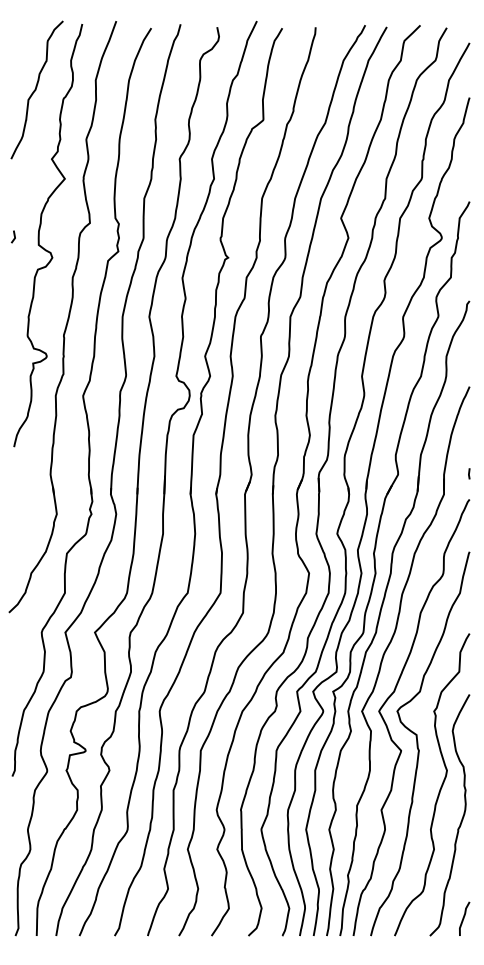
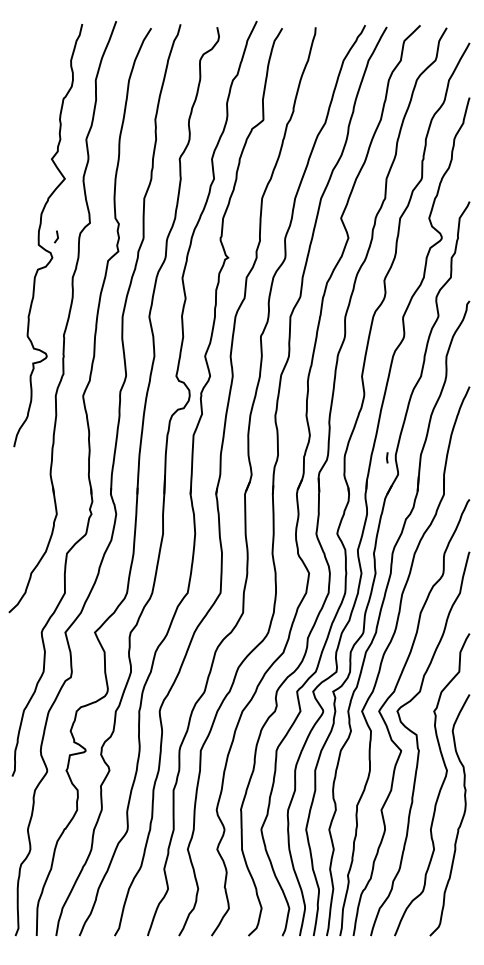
curve at (36, 89): present -> none
line at (13, 235) position: (13, 235) -> (56, 235)
line at (469, 473) position: (469, 473) -> (387, 457)
curve at (464, 918): present -> none
